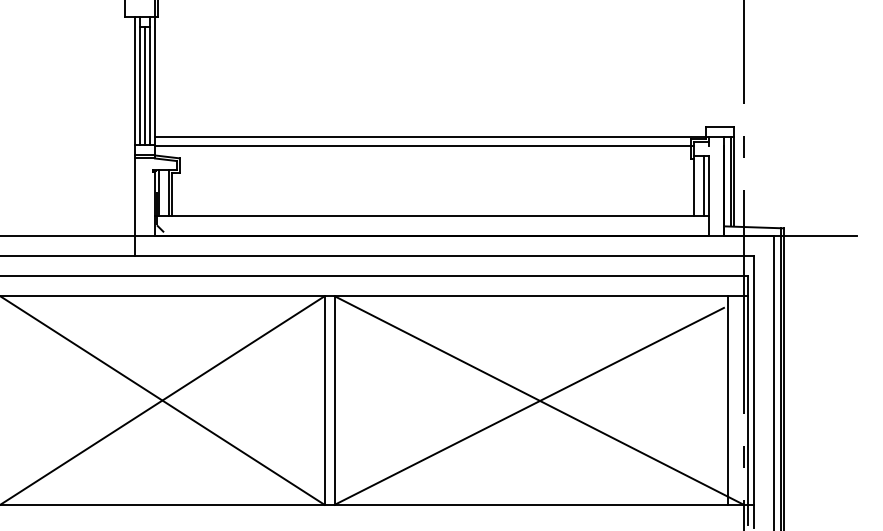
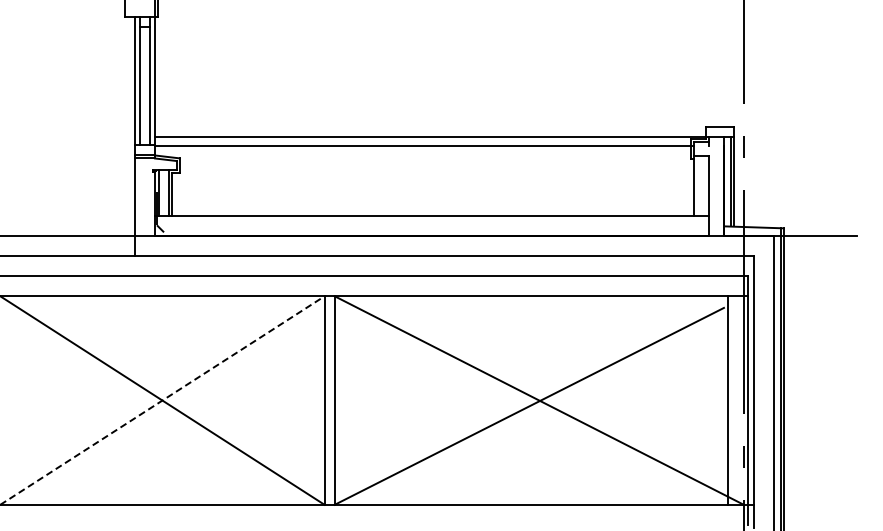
line at (145, 85): present -> none
line at (704, 186): present -> none
line at (162, 400): solid -> dashed
